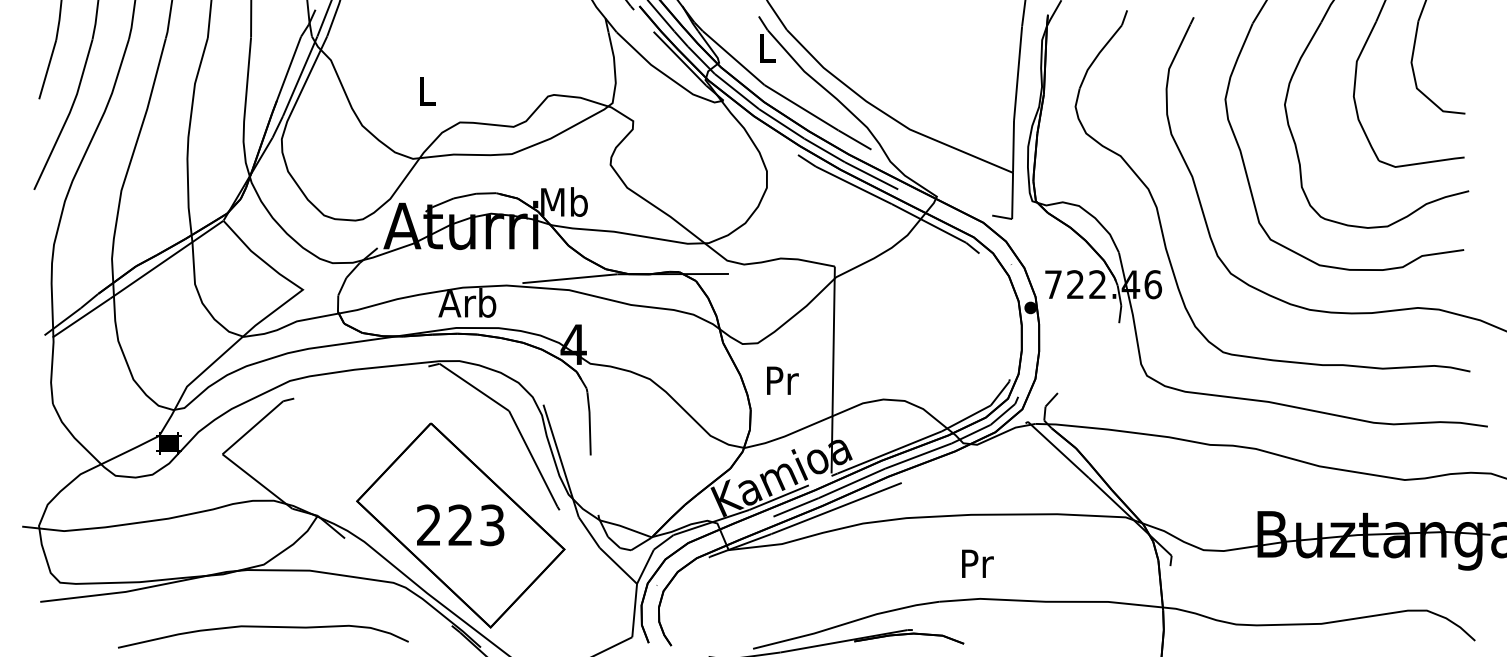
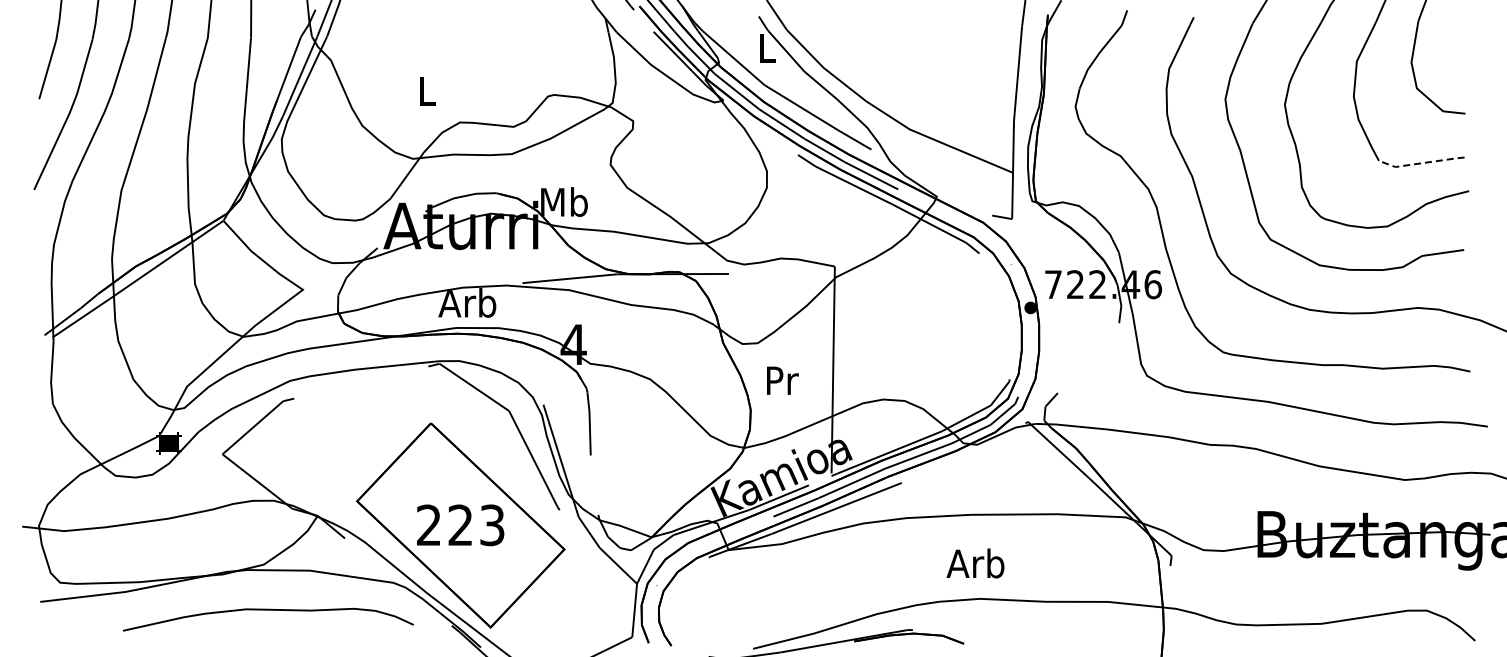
line at (1421, 163): solid -> dashed
text at (975, 563): Pr -> Arb
curve at (263, 627) position: (263, 627) -> (268, 610)
